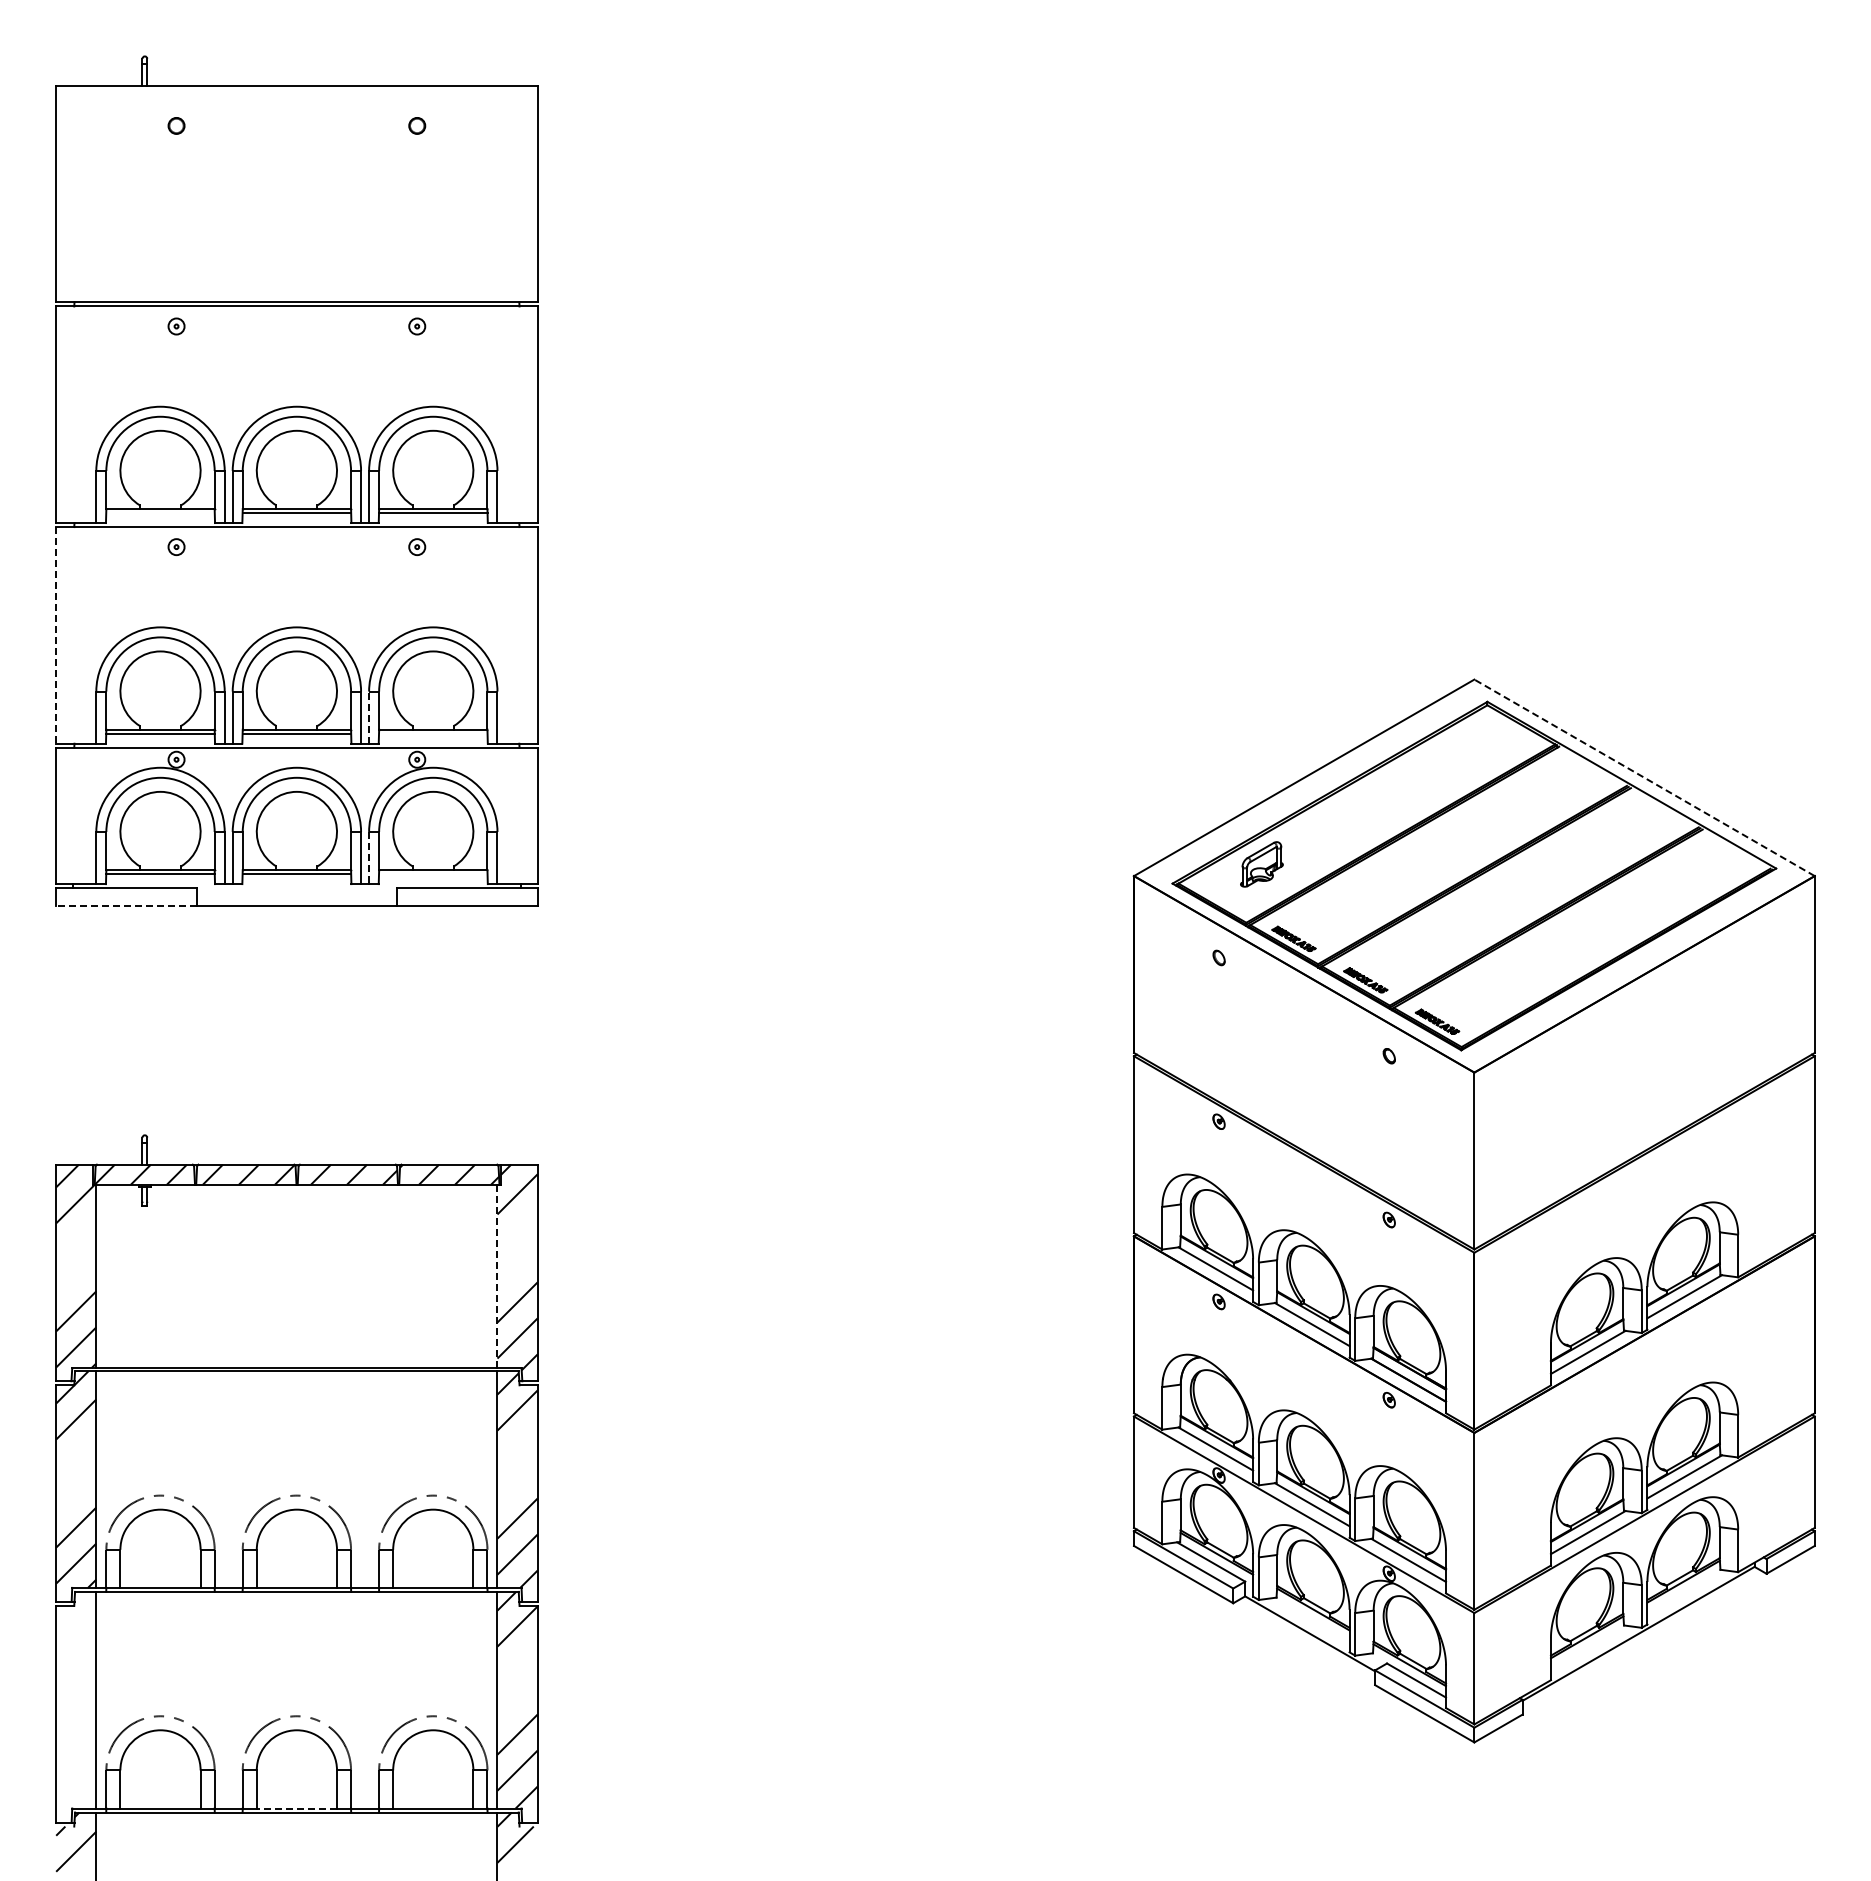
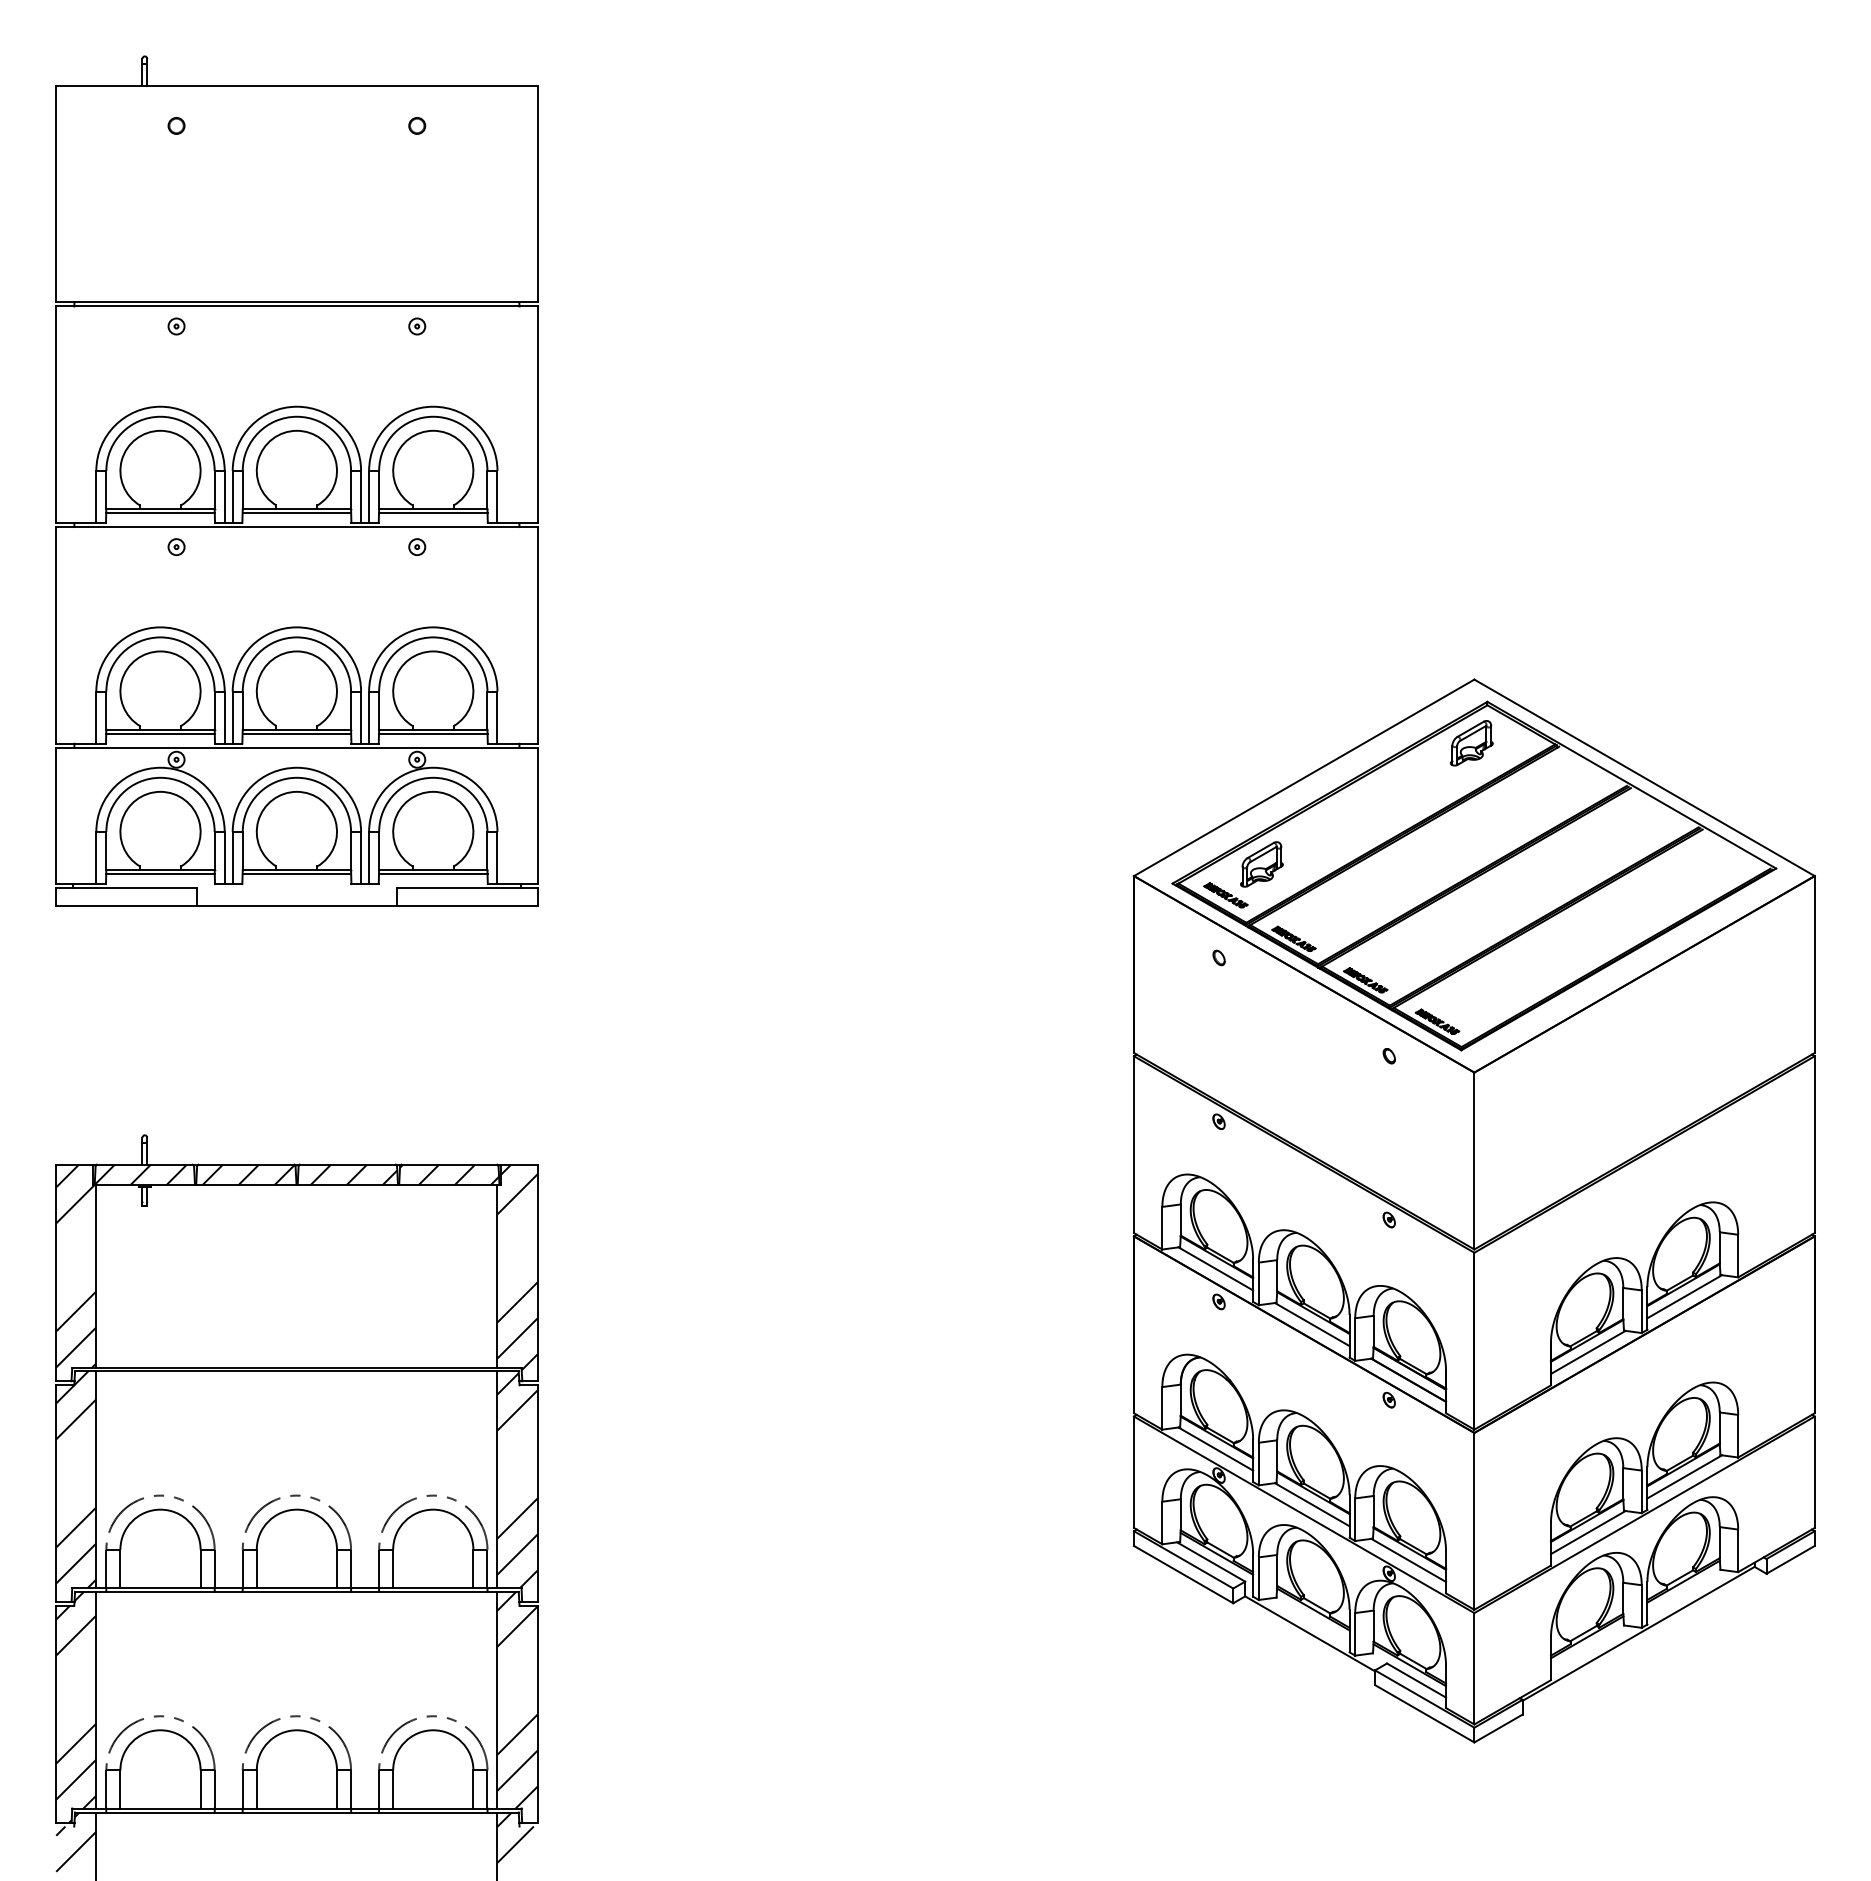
line at (160, 513): none -> present
line at (56, 635): dashed -> solid
line at (369, 717): dashed -> solid
line at (433, 733): none -> present
part at (1471, 743): none -> present
line at (1644, 777): dashed -> solid
line at (369, 858): dashed -> solid
line at (433, 874): none -> present
part at (1225, 895): none -> present
line at (125, 906): dashed -> solid
line at (497, 1276): dashed -> solid
hatch at (76, 1706): none -> present
line at (296, 1808): dashed -> solid
